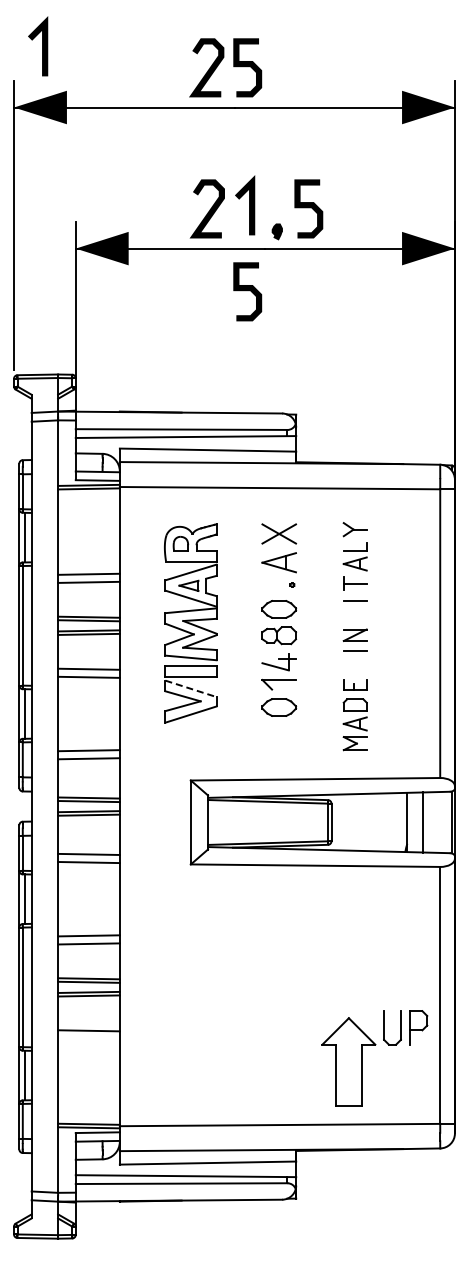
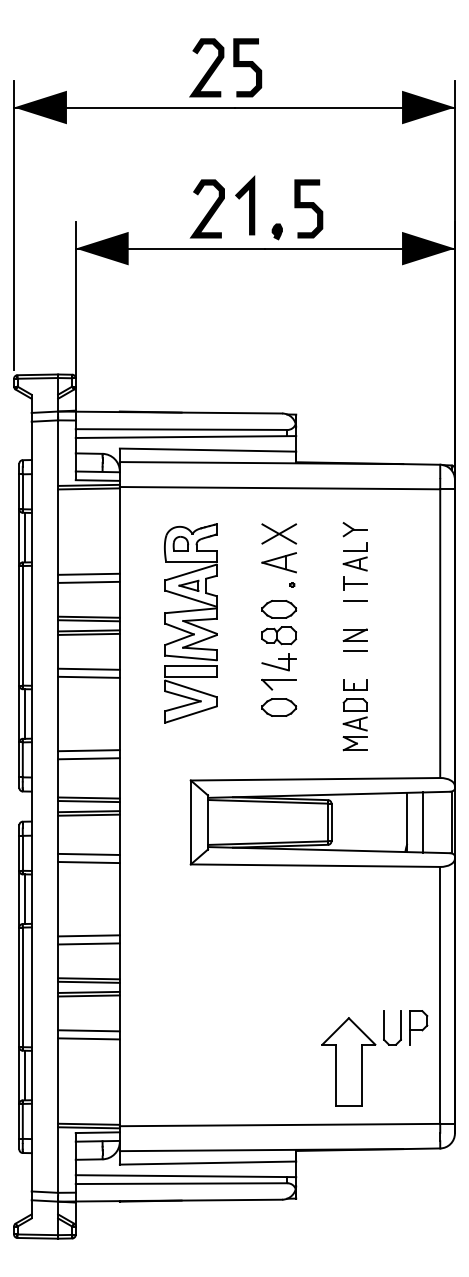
line at (42, 46): present -> none
curve at (247, 291): present -> none
line at (191, 688): dashed -> solid
line at (88, 1038): none -> present
